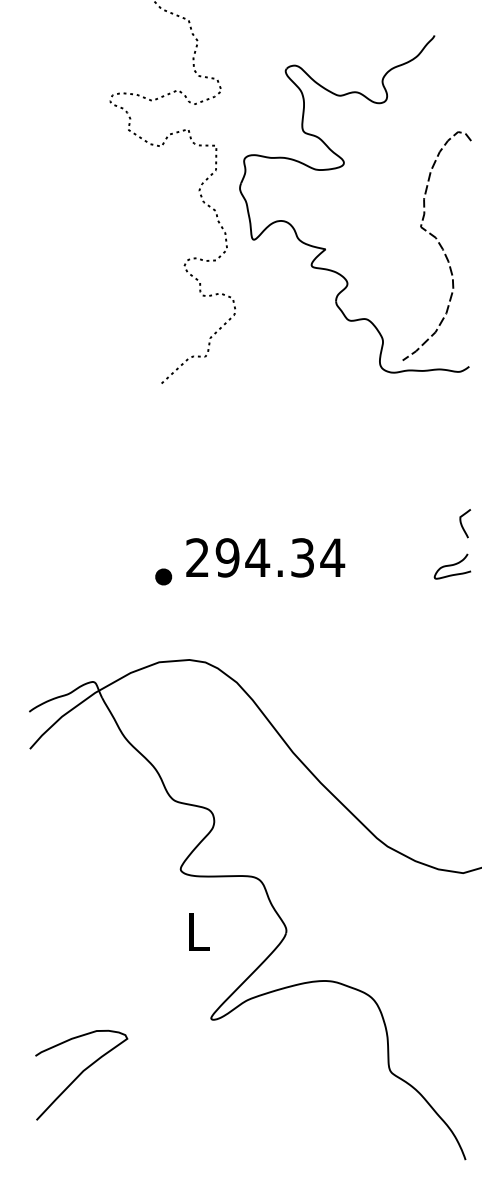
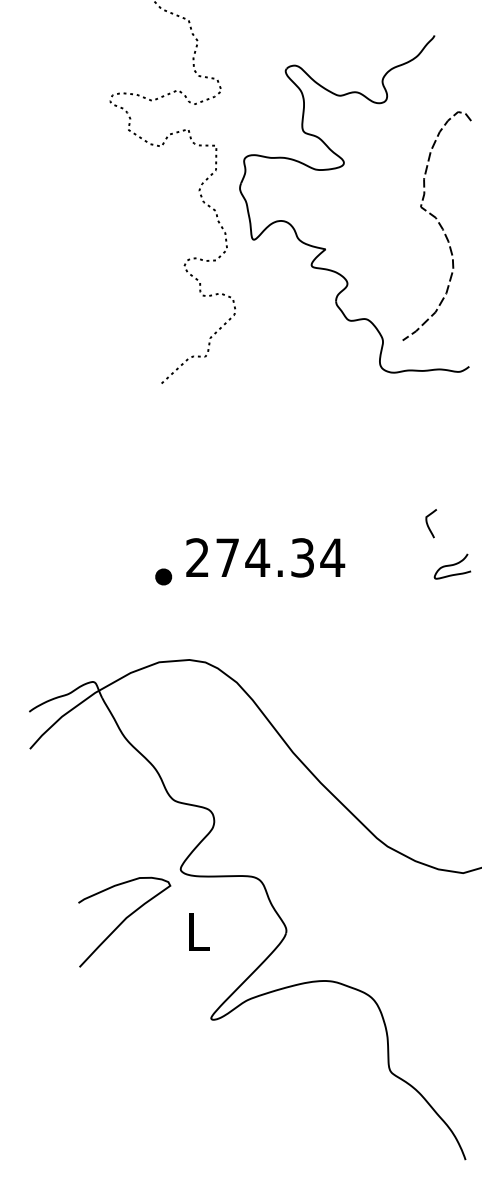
curve at (438, 244) position: (438, 244) -> (438, 224)
curve at (462, 524) position: (462, 524) -> (428, 524)
text at (227, 557): 294.34 -> 274.34
curve at (81, 1074) position: (81, 1074) -> (124, 921)
